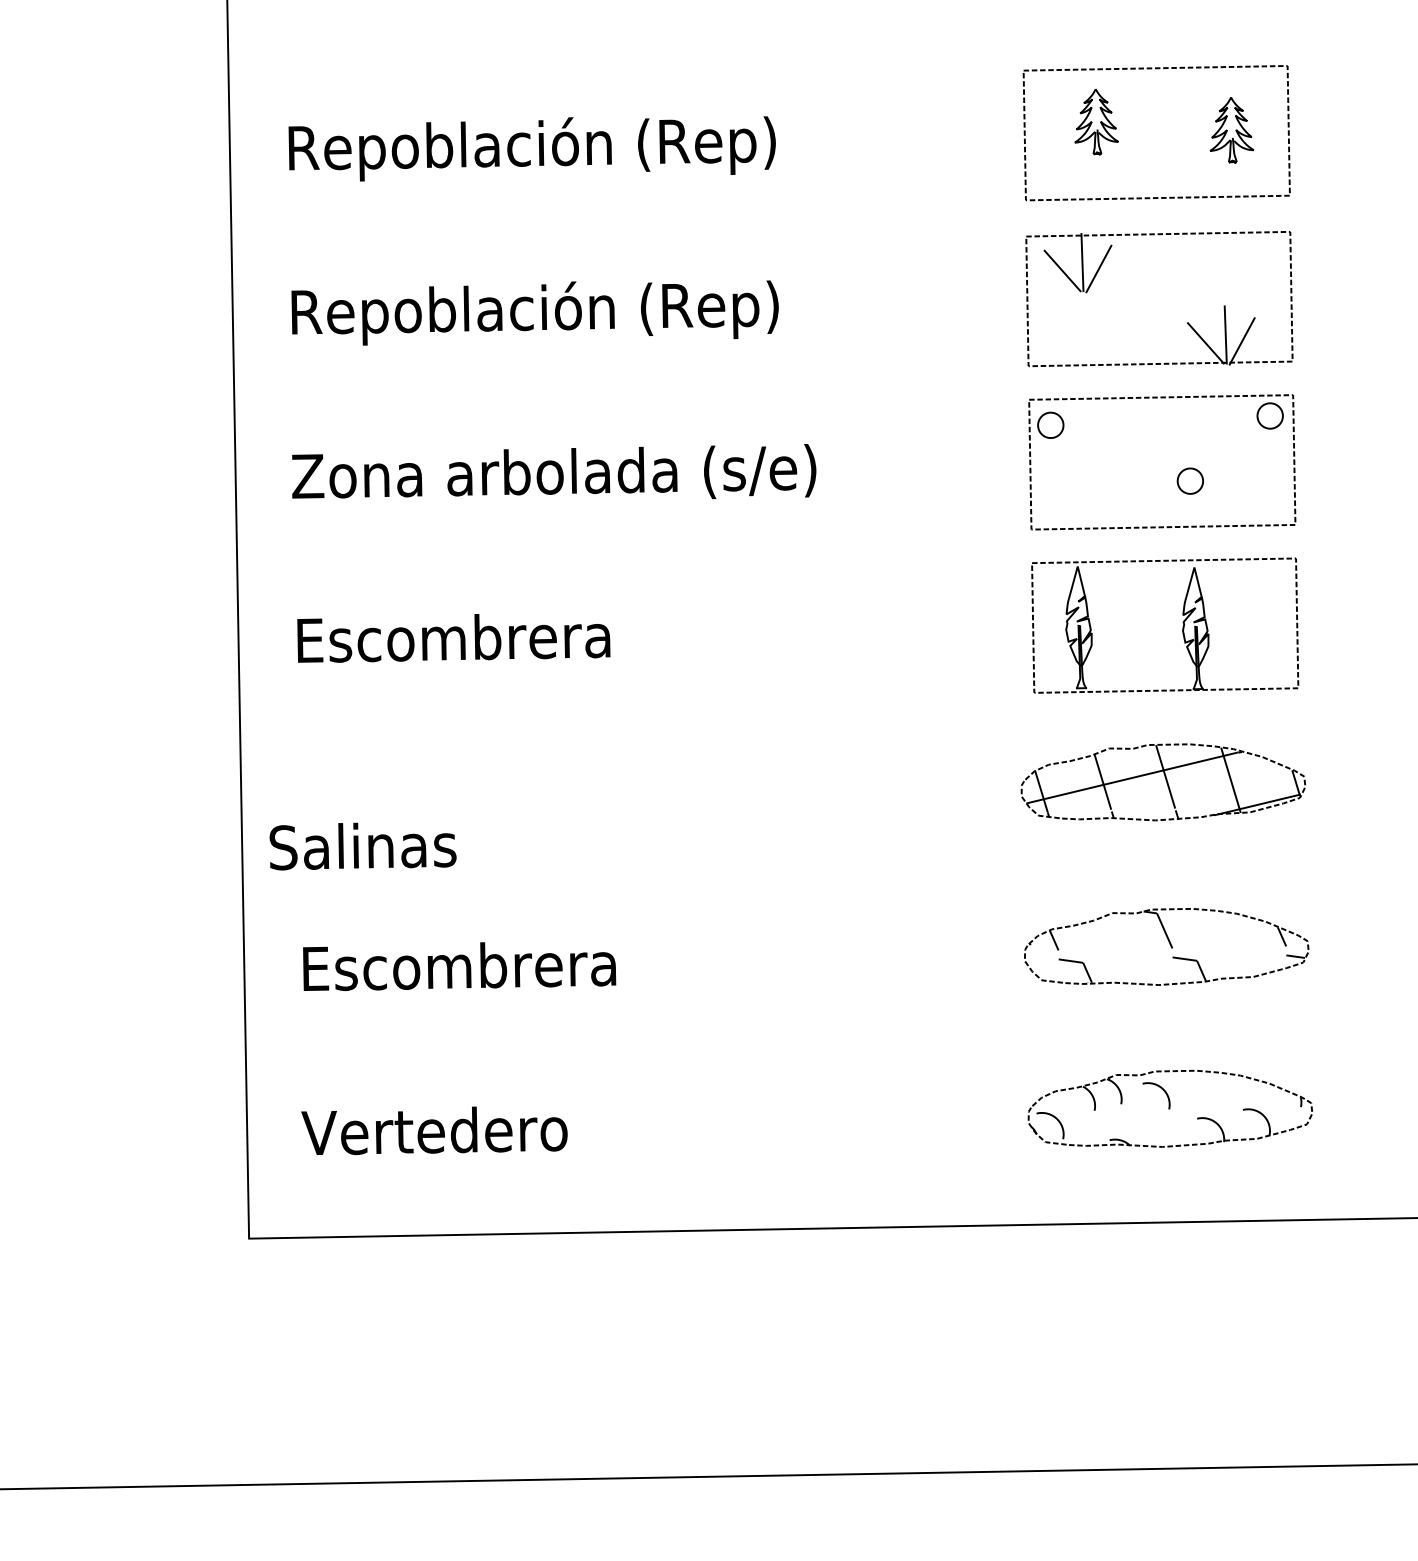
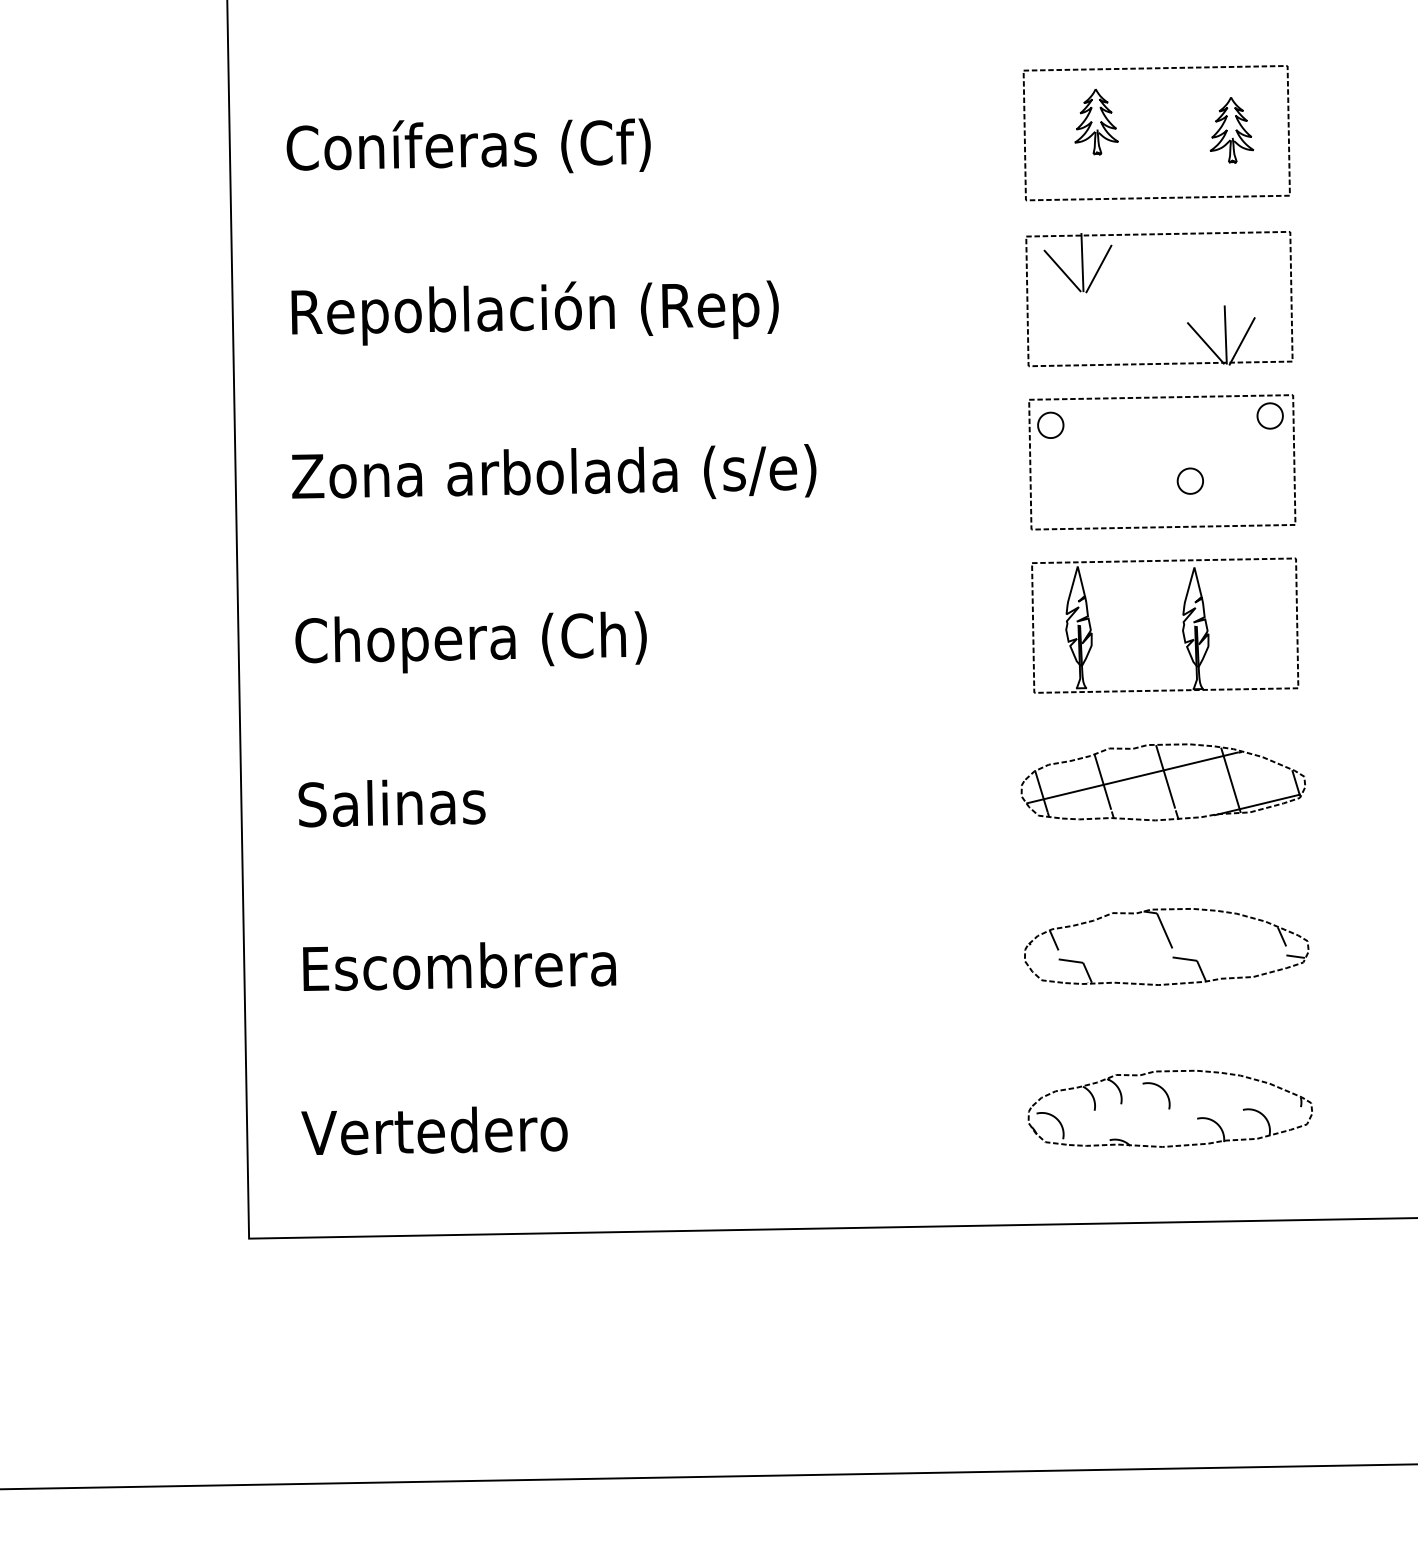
text at (530, 148): Repoblación (Rep) -> Coníferas (Cf)
text at (470, 642): Escombrera -> Chopera (Ch)
text at (362, 846) position: (362, 846) -> (391, 803)
